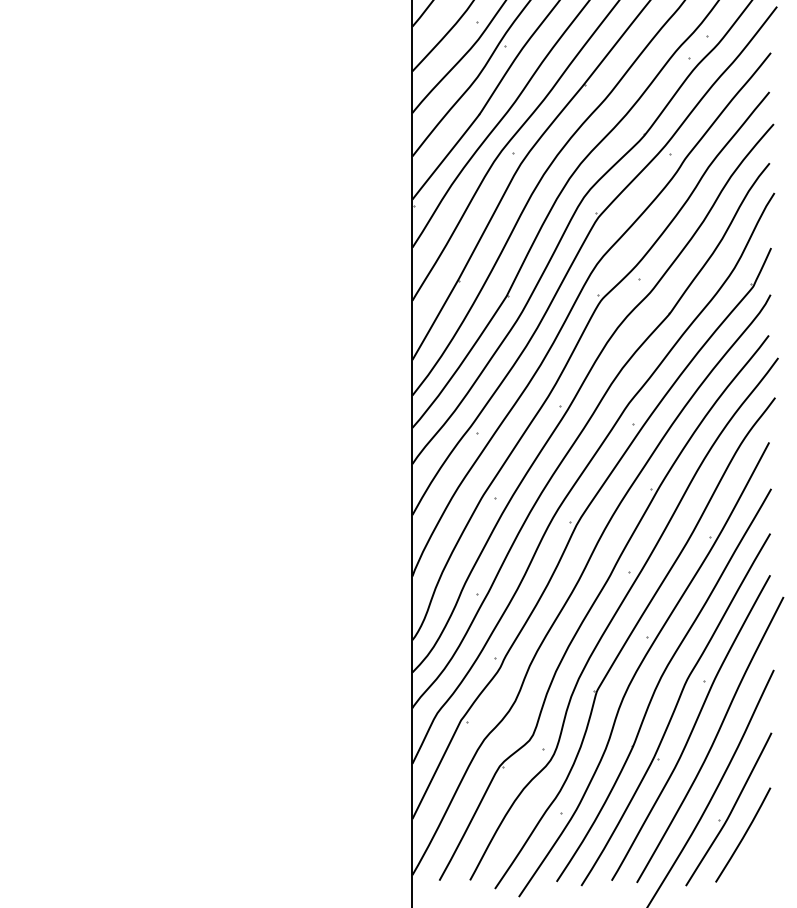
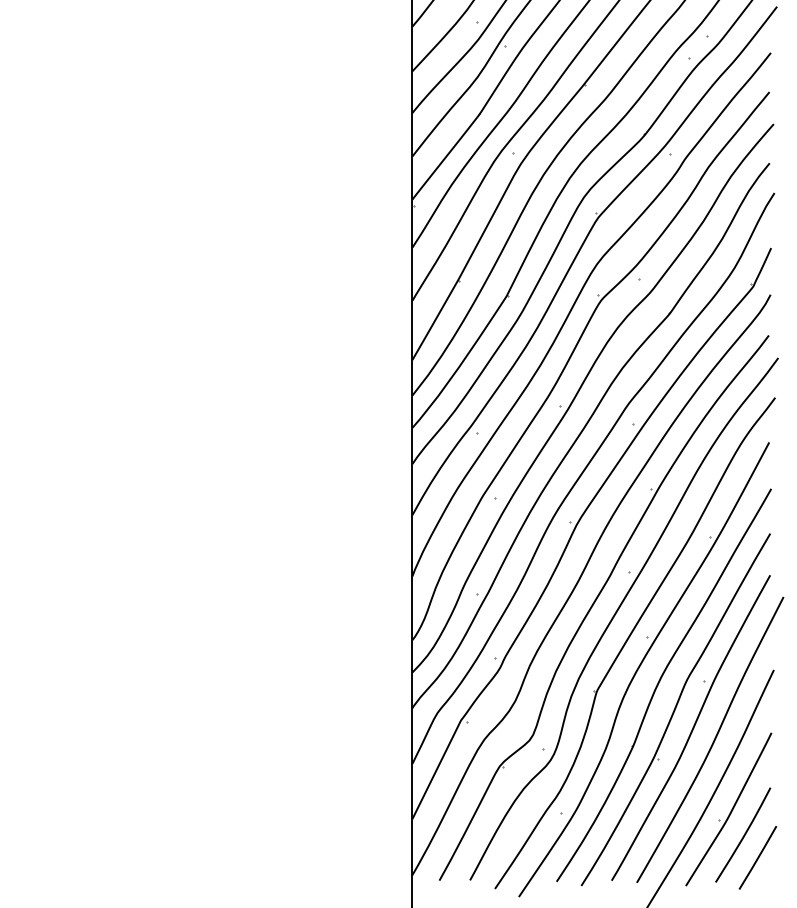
line at (757, 857): none -> present
